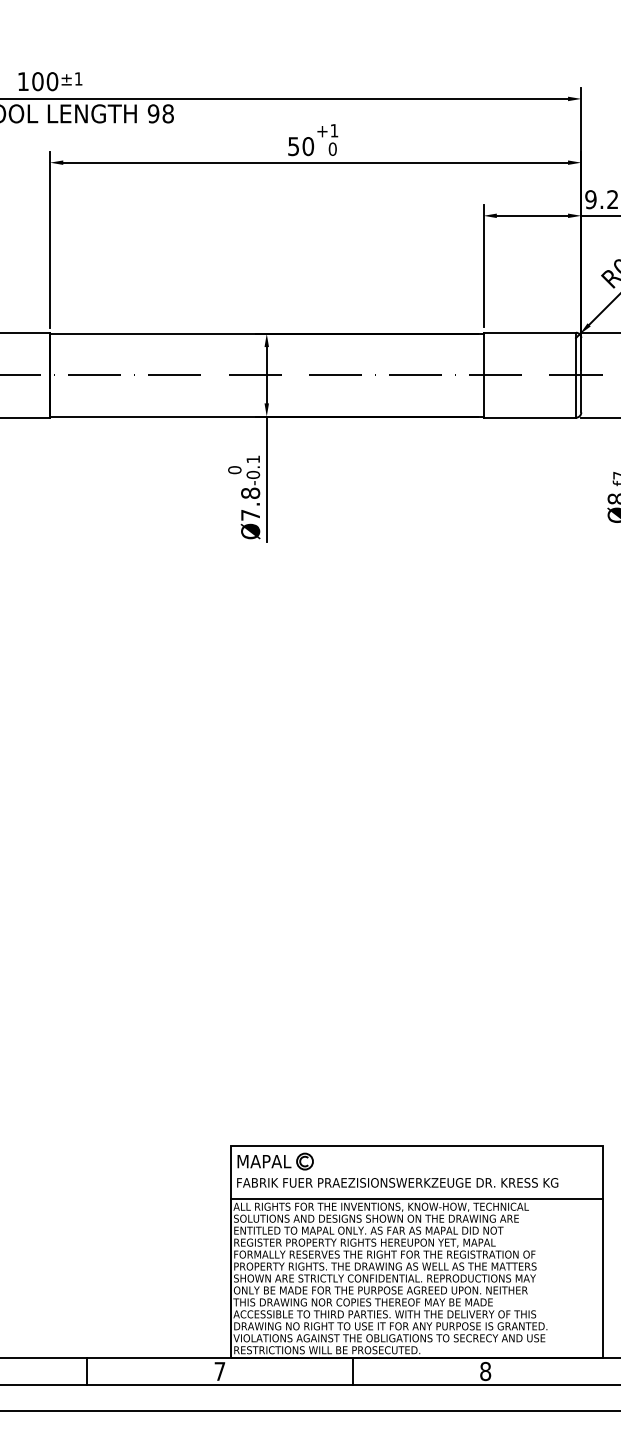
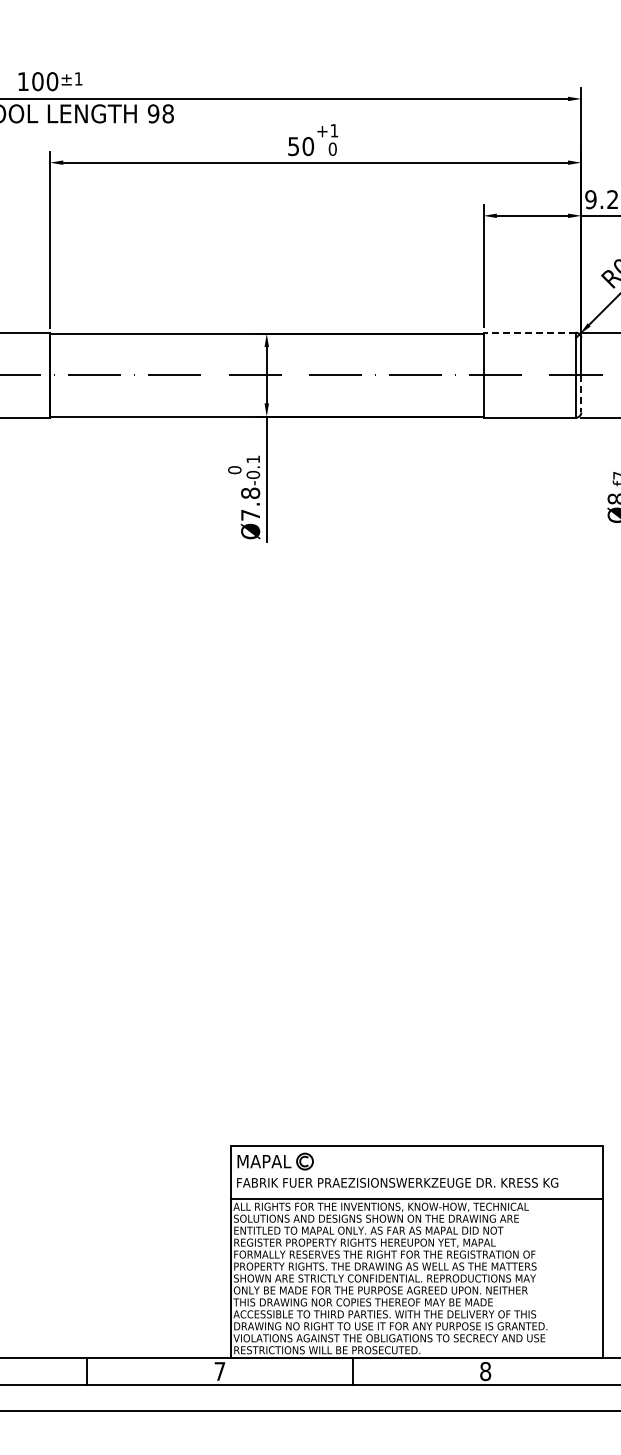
line at (529, 332): solid -> dashed
line at (581, 393): solid -> dashed
